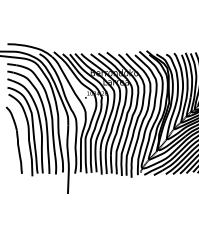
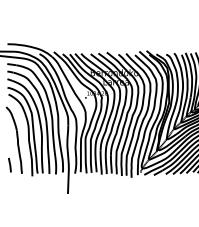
line at (9, 164): none -> present
